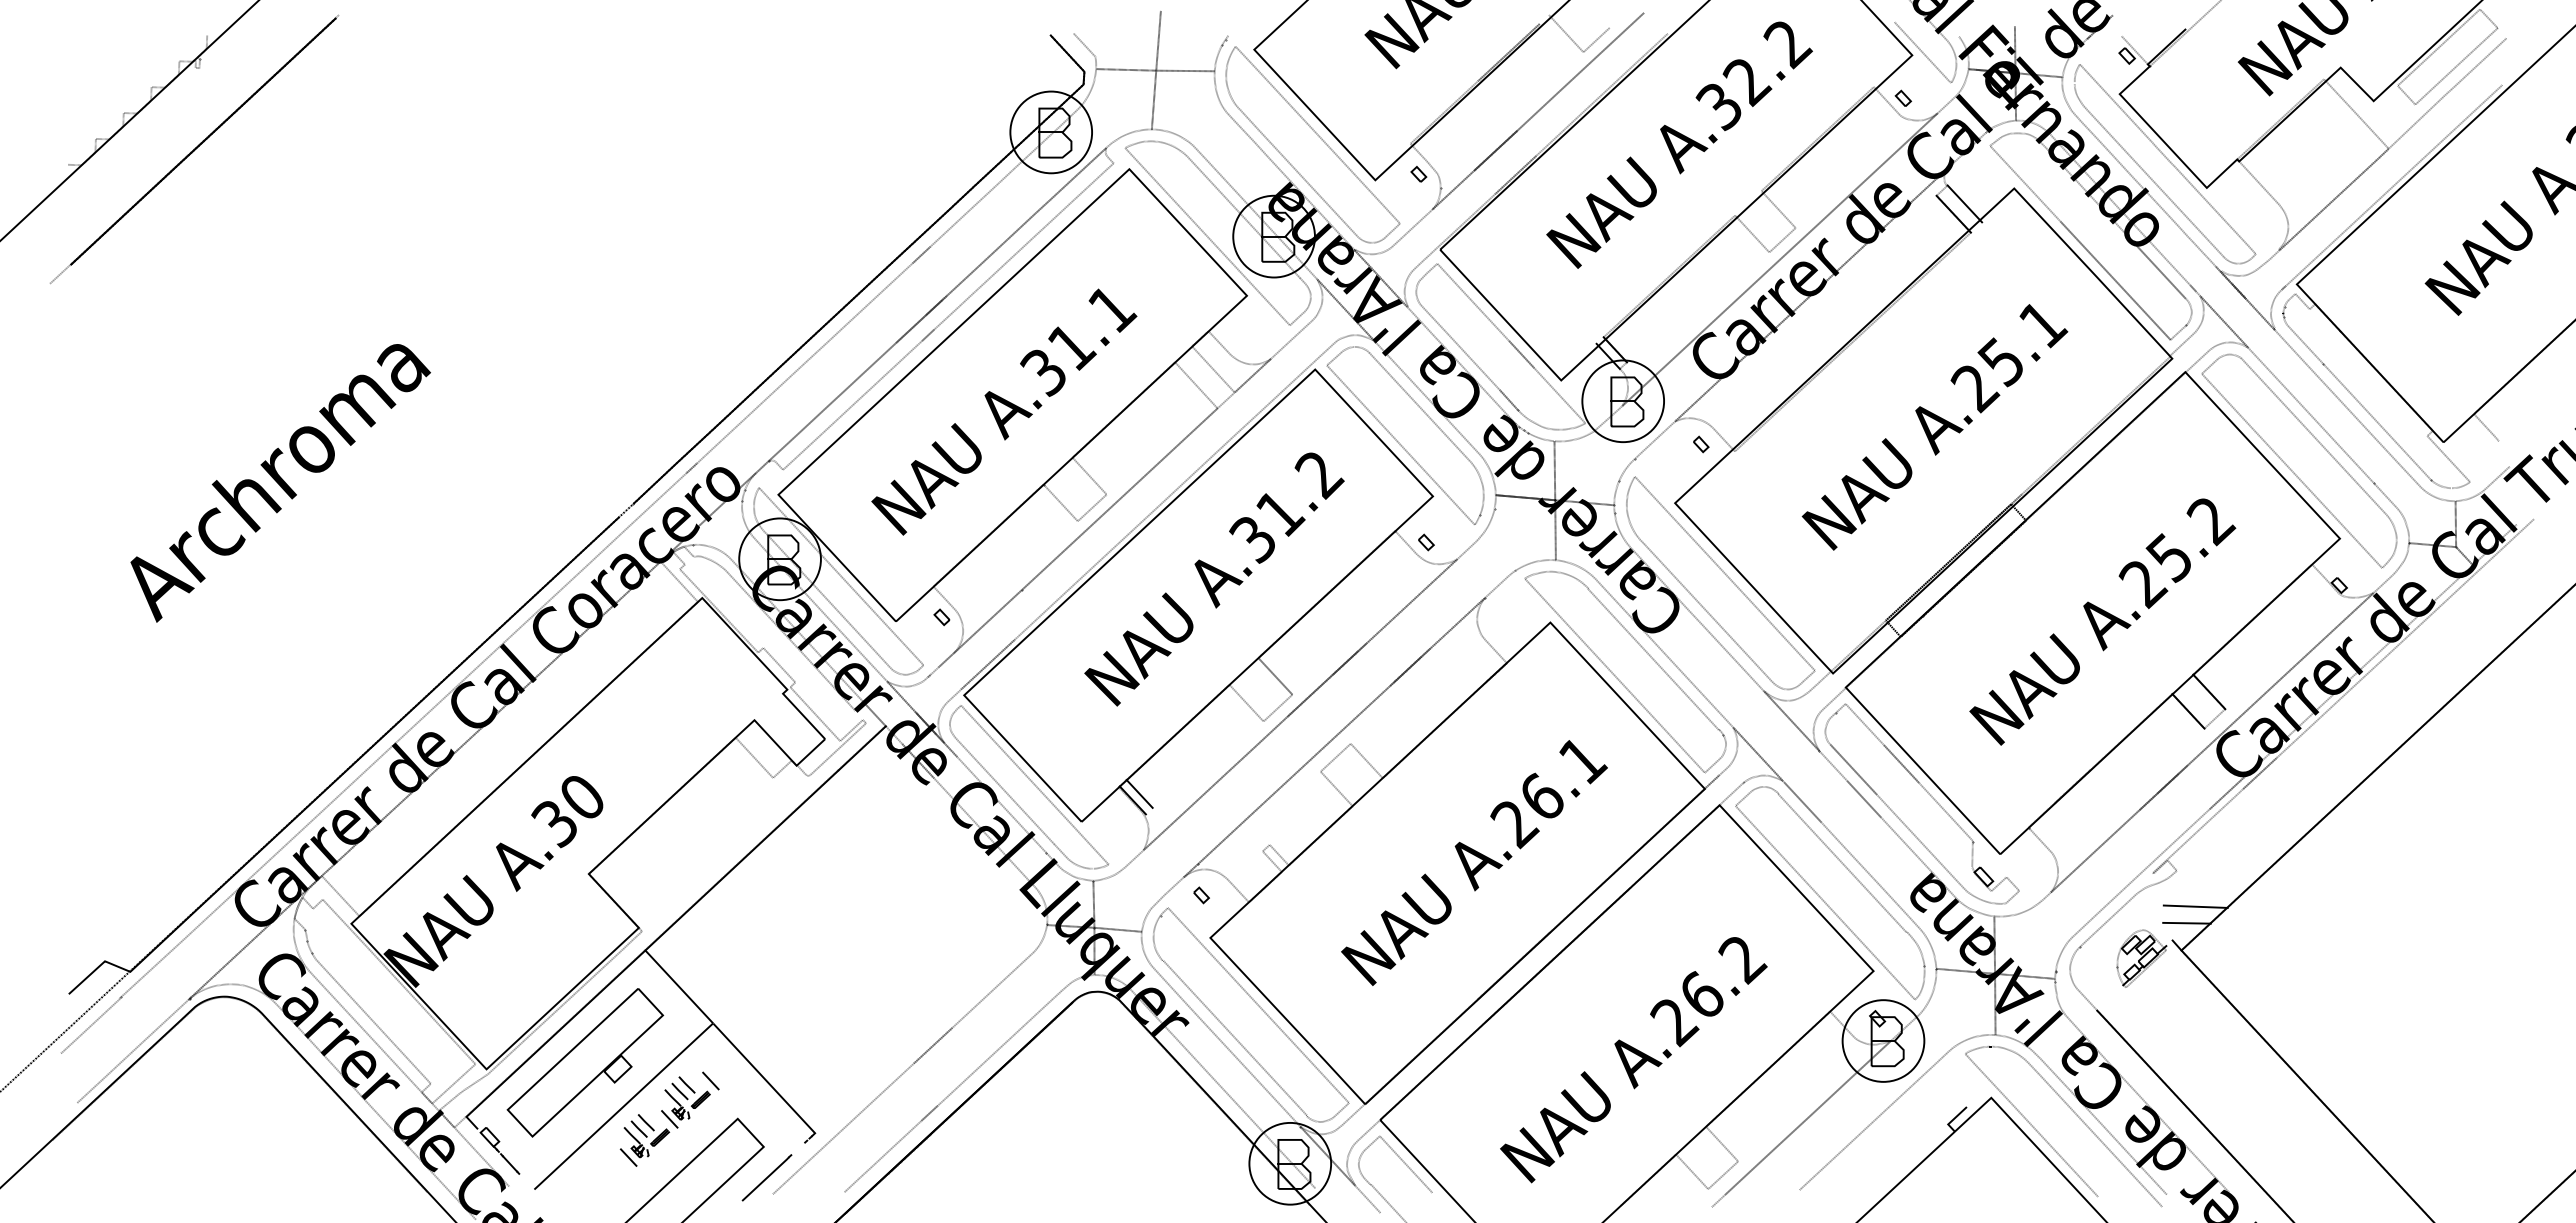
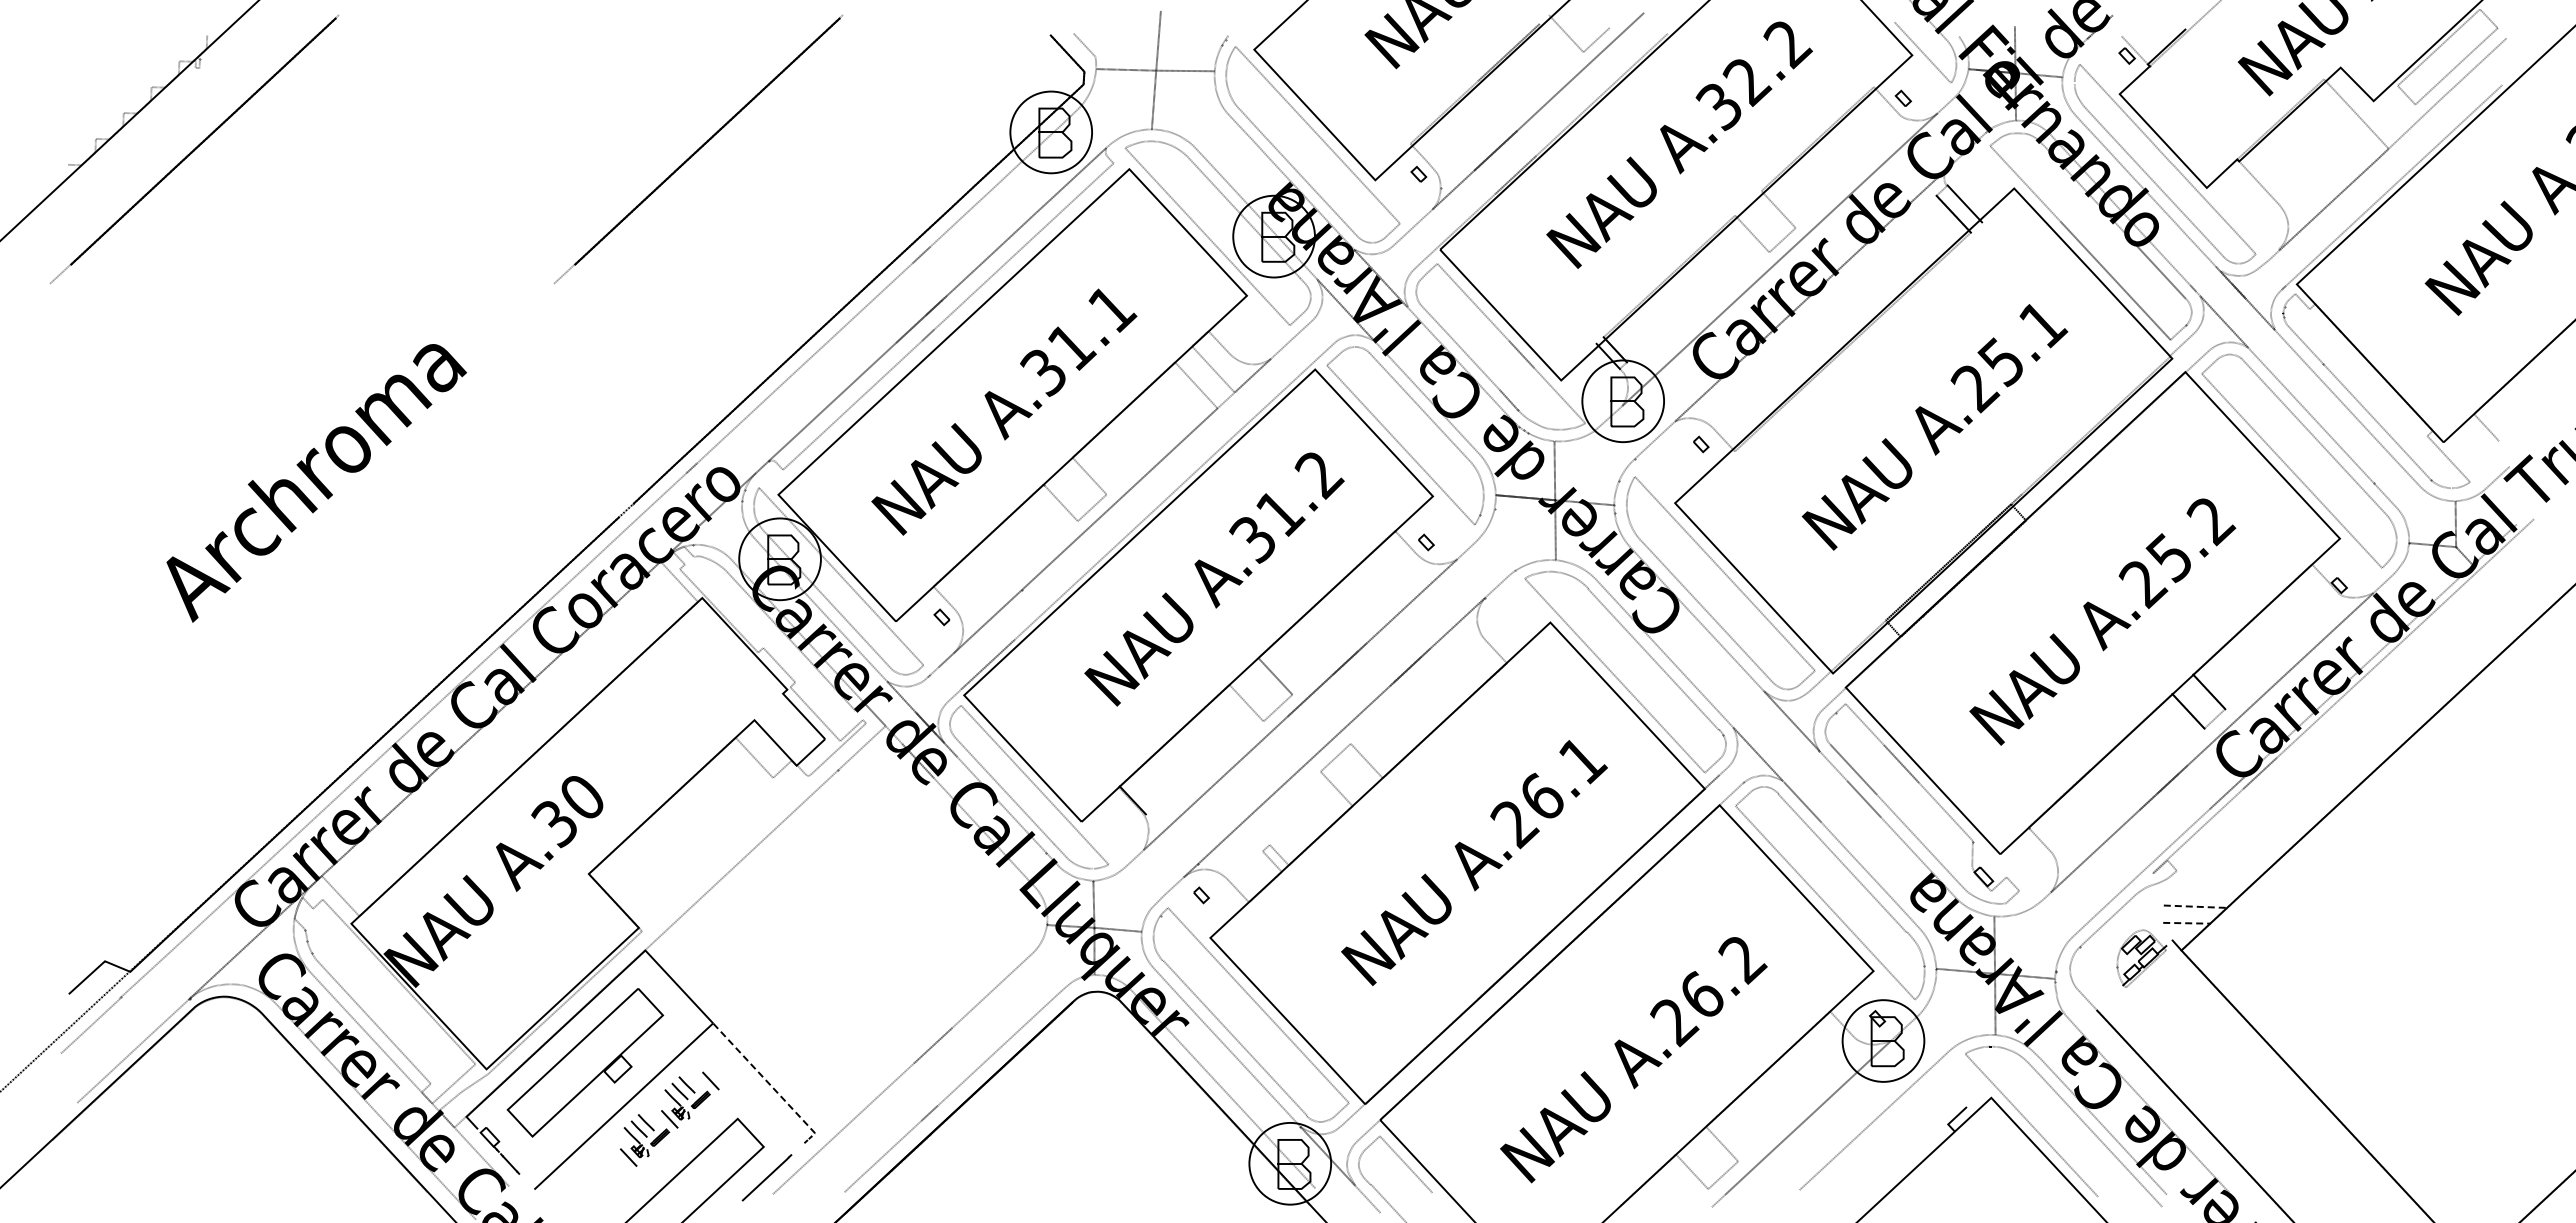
line at (698, 148): none -> present
text at (280, 483) position: (280, 483) -> (316, 483)
line at (1139, 793): present -> none
line at (765, 838): present -> none
line at (2195, 906): solid -> dashed
line at (2187, 923): solid -> dashed
line at (766, 1080): solid -> dashed
